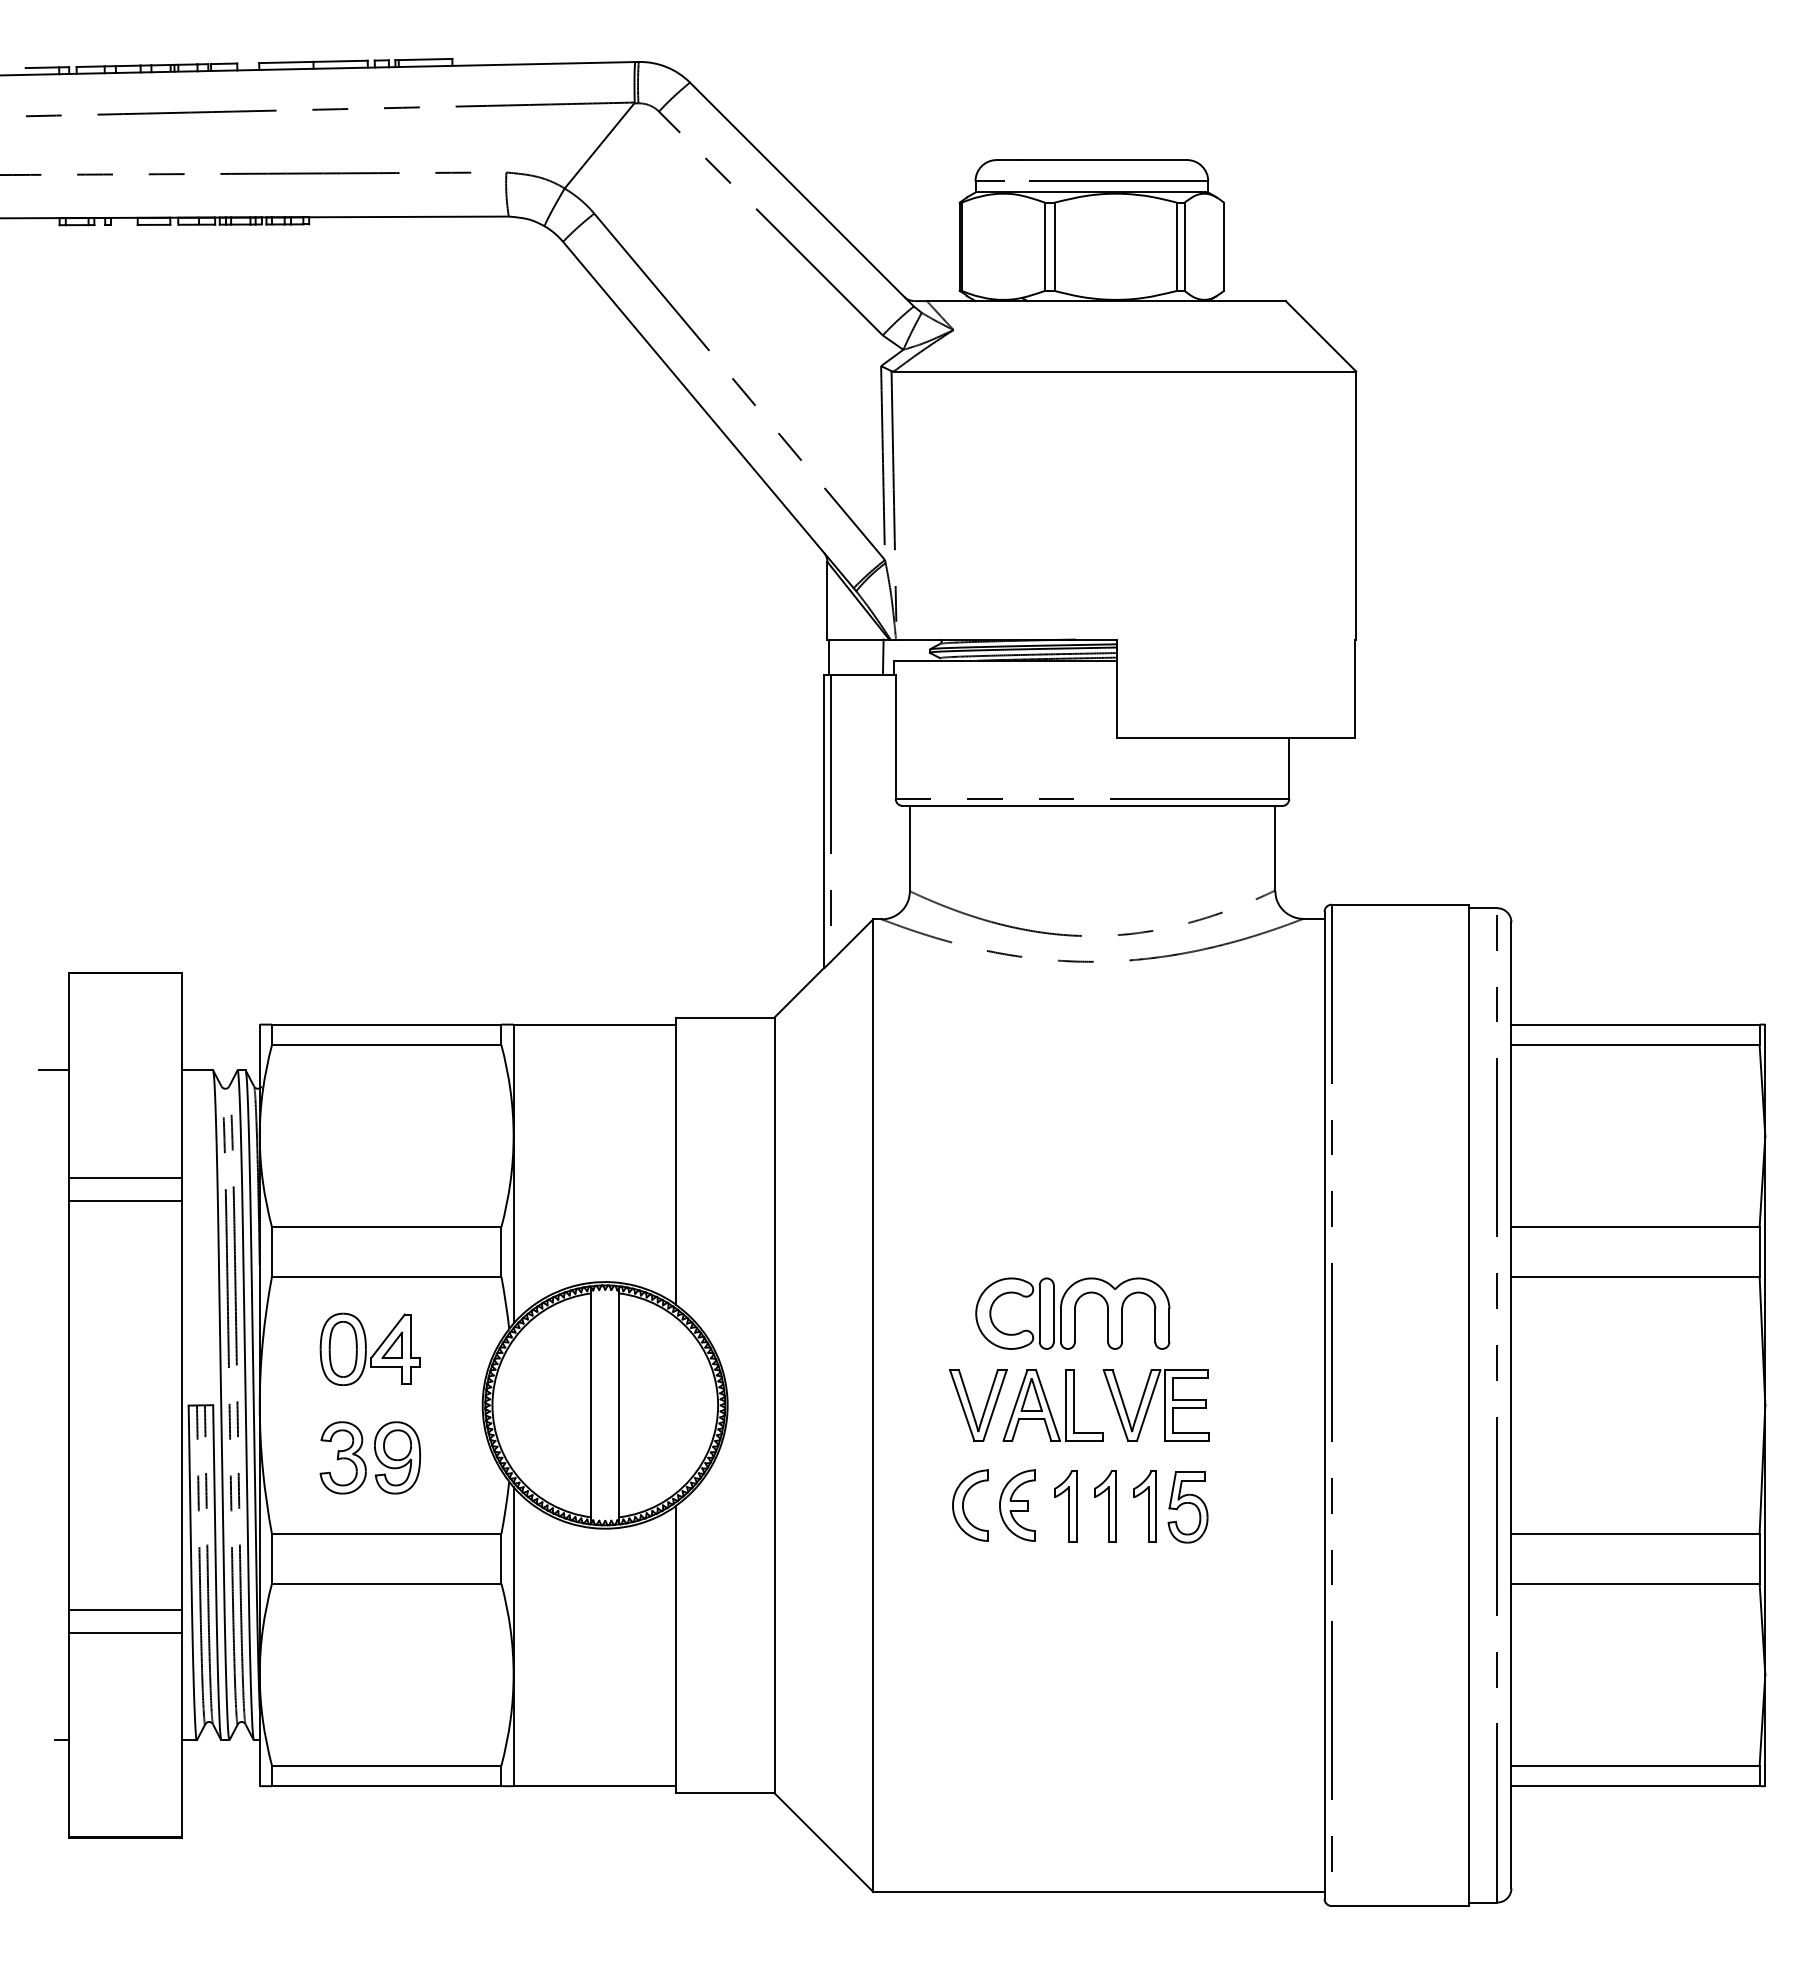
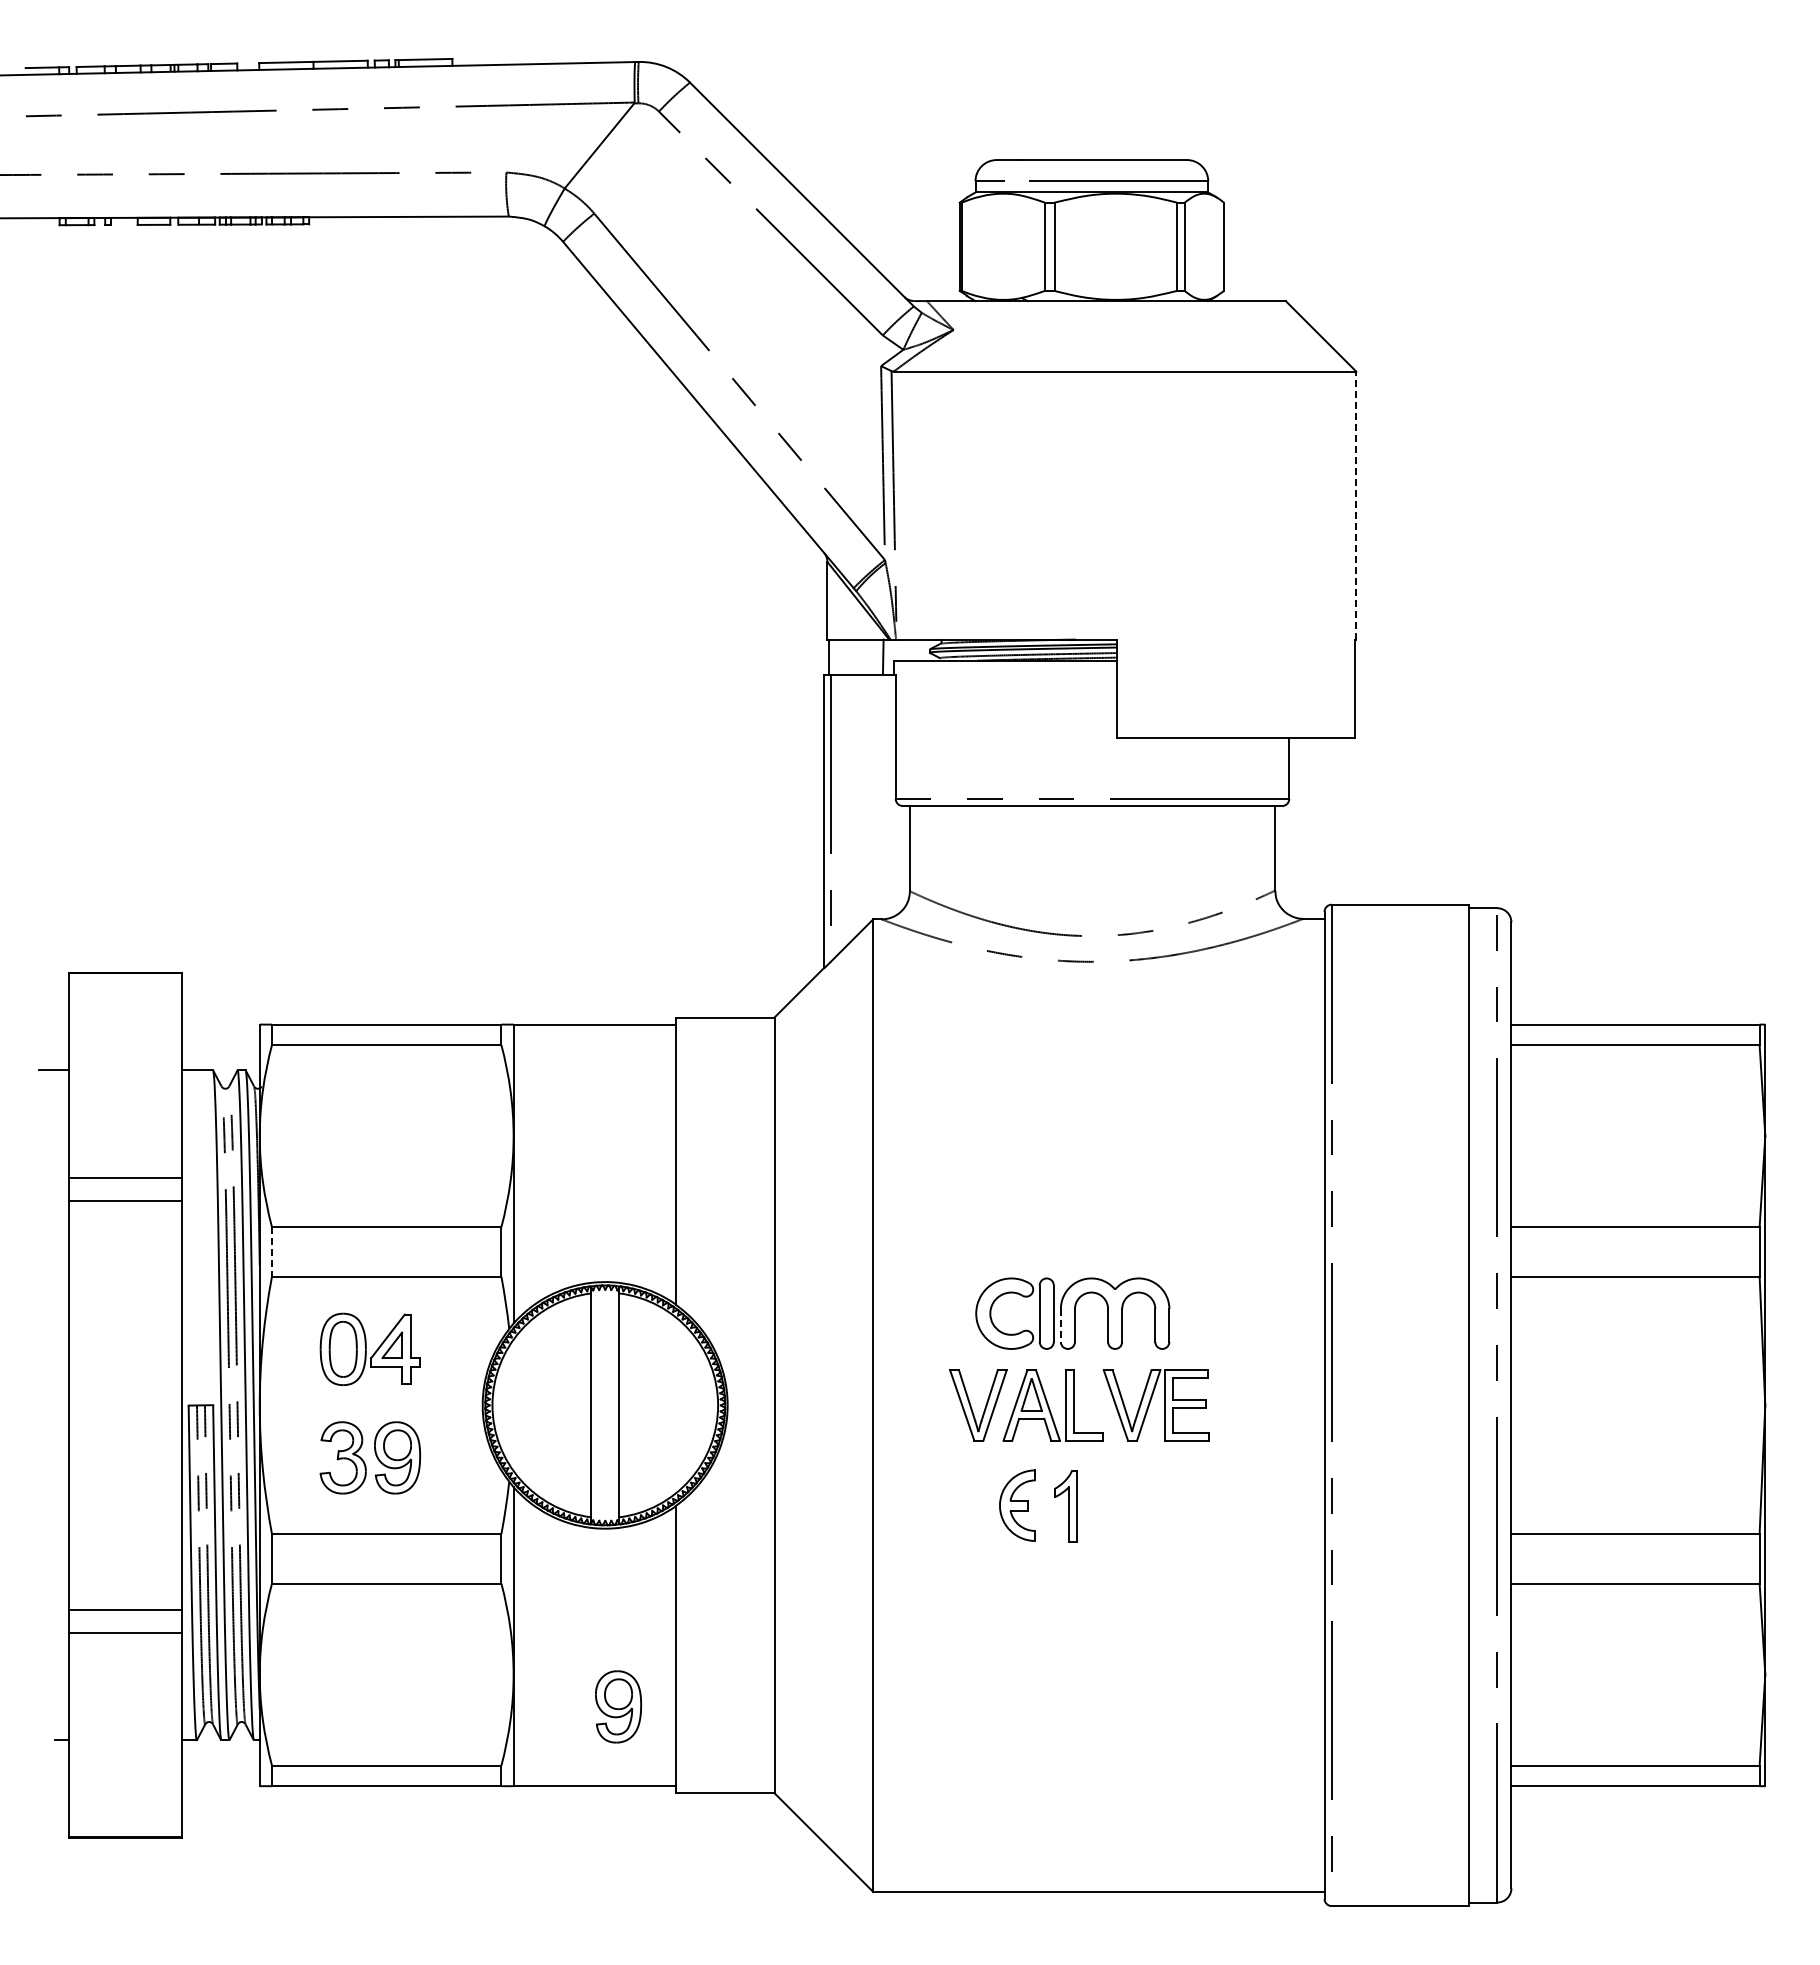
line at (1356, 505): solid -> dashed
line at (271, 1251): solid -> dashed
line at (1060, 1326): solid -> dashed
part at (964, 1502): present -> none
part at (1105, 1506): present -> none
part at (1144, 1506): present -> none
part at (1187, 1507): present -> none
part at (618, 1706): none -> present
